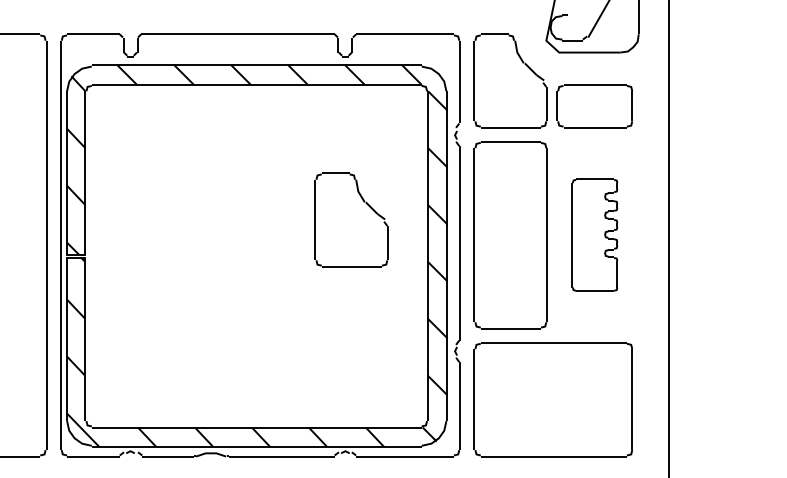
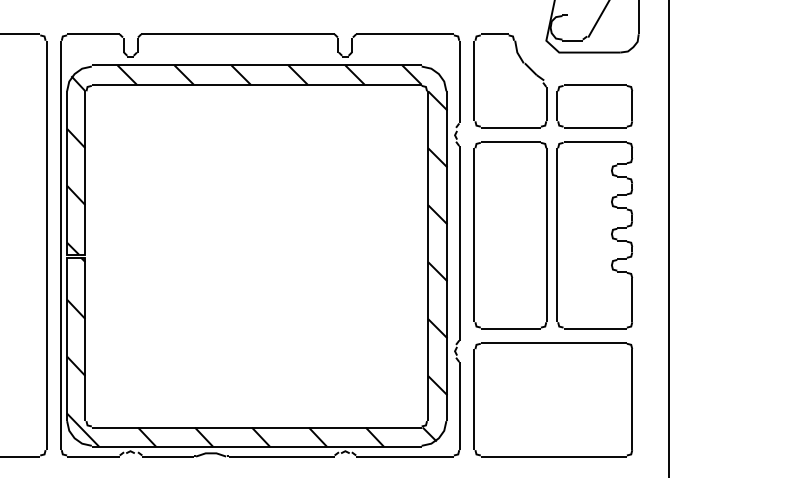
part at (363, 202): present -> none
part at (594, 234) size: 48x114 px -> 78x189 px
